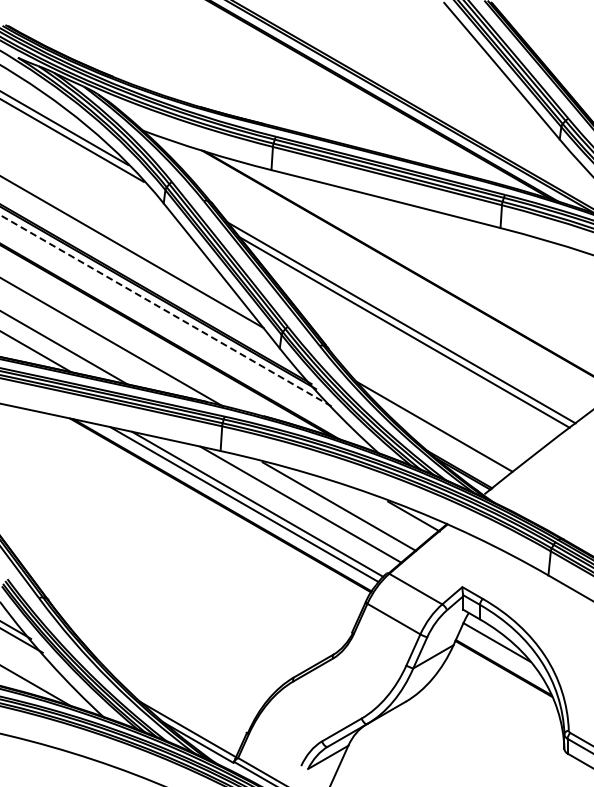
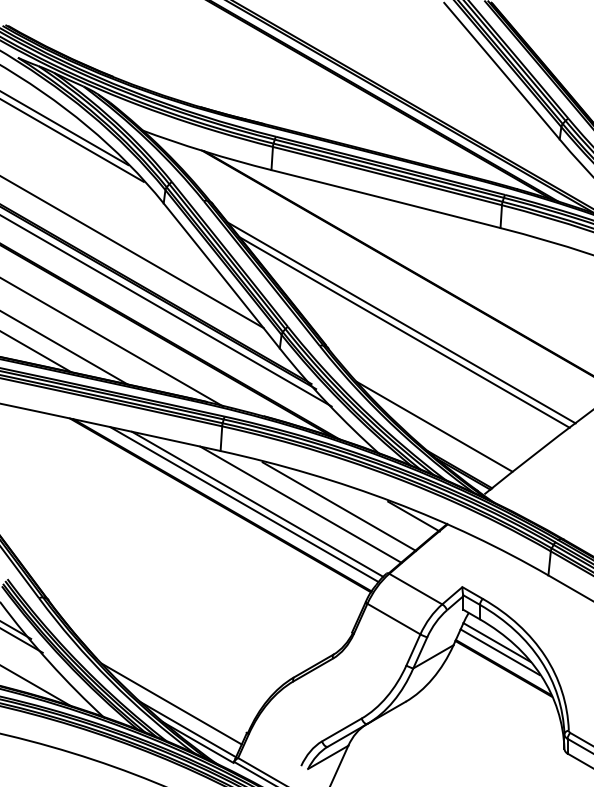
line at (165, 310): dashed -> solid
line at (499, 652): none -> present
line at (171, 703): none -> present
